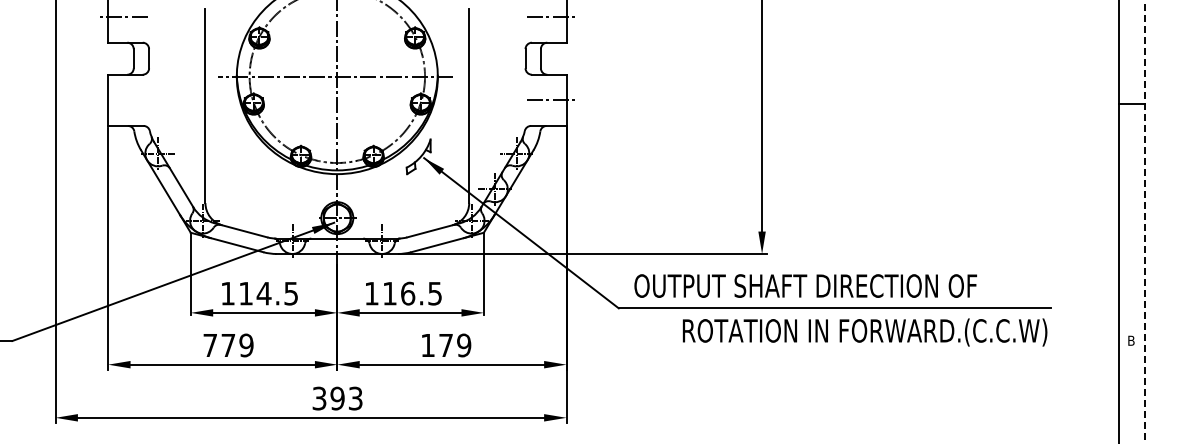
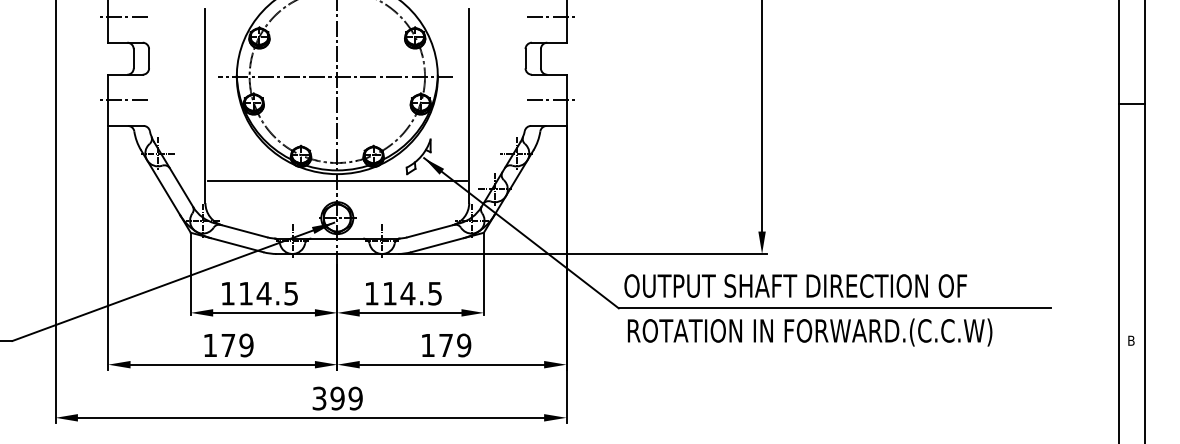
line at (123, 100): none -> present
line at (337, 180): none -> present
line at (1144, 221): dashed -> solid
text at (805, 285) position: (805, 285) -> (795, 285)
text at (407, 293): 116.5 -> 114.5
text at (864, 332) position: (864, 332) -> (809, 332)
text at (209, 345): 779 -> 179
text at (355, 398): 393 -> 399
